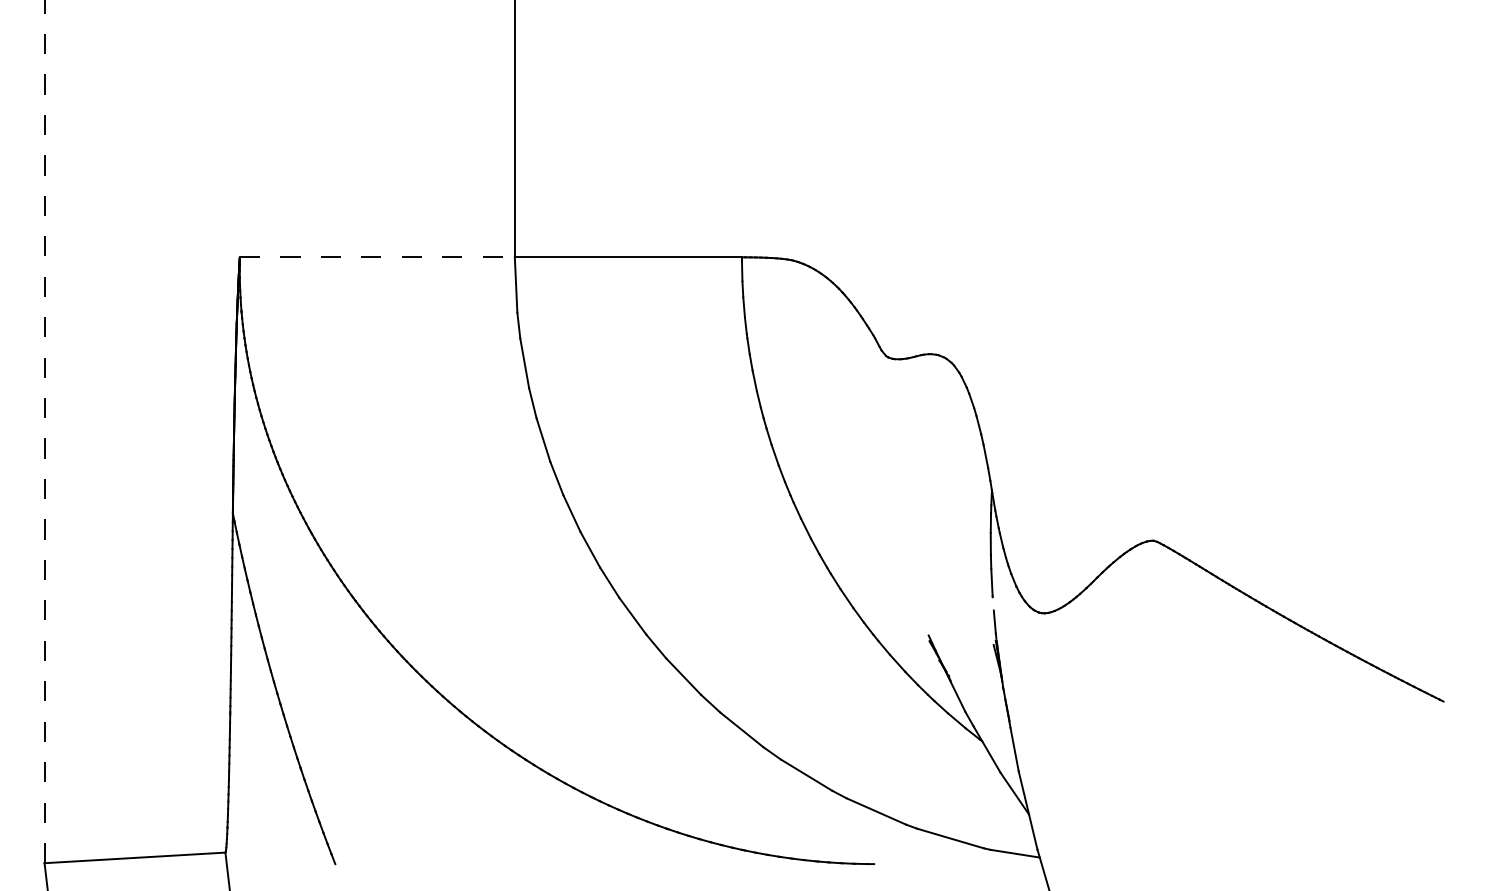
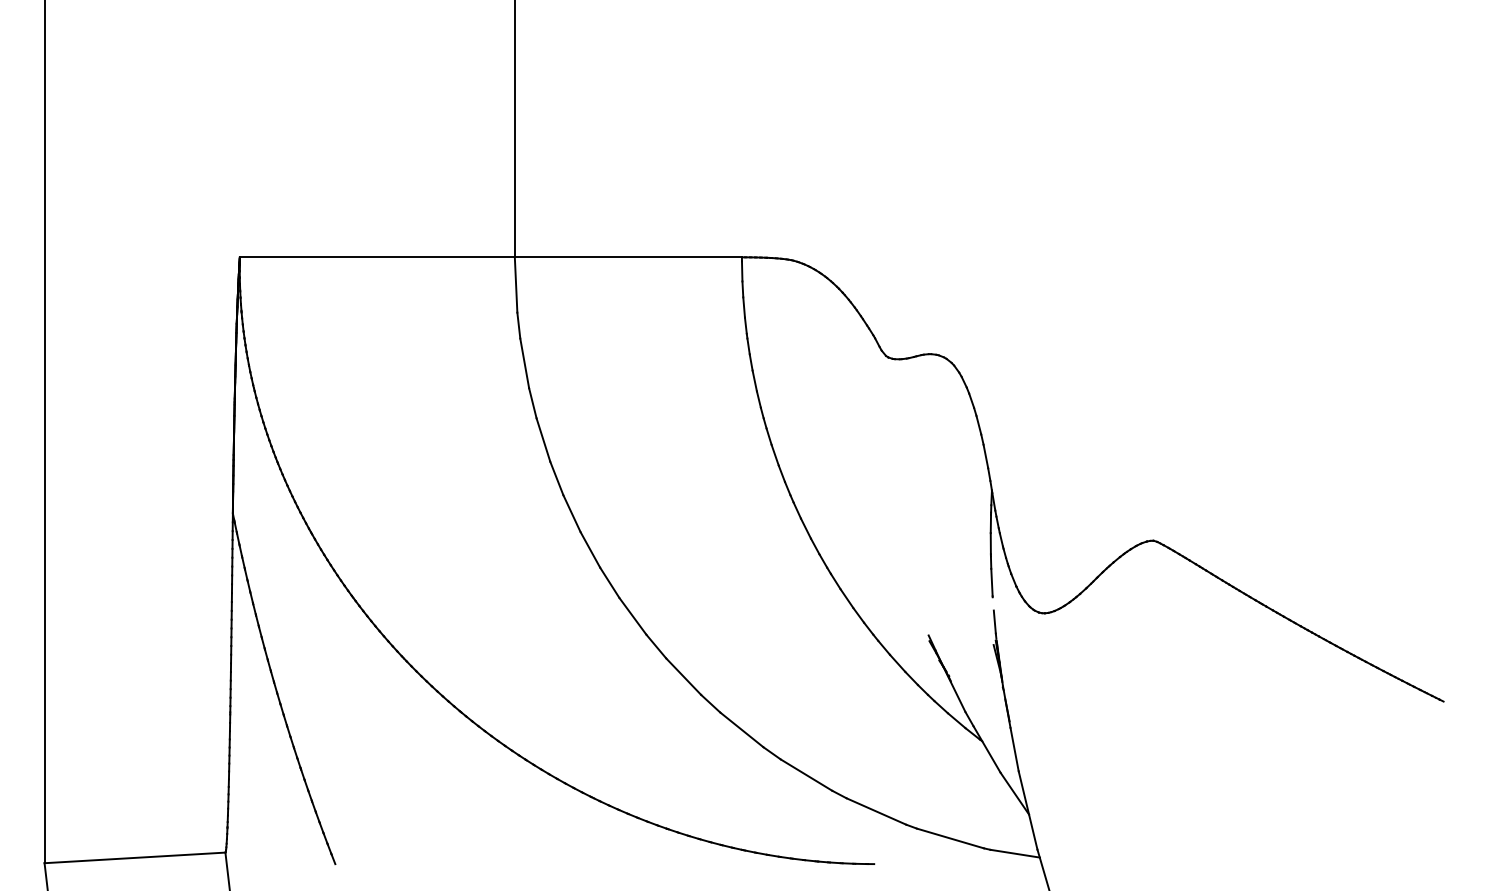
line at (377, 257): dashed -> solid
line at (44, 431): dashed -> solid
